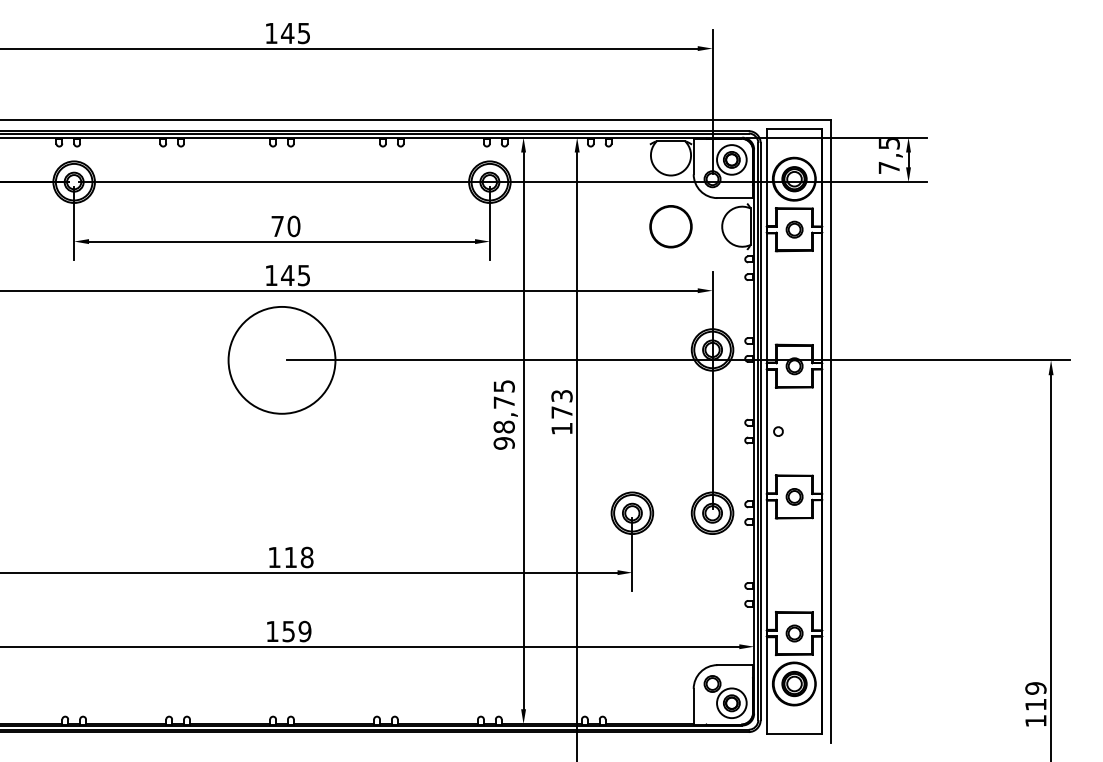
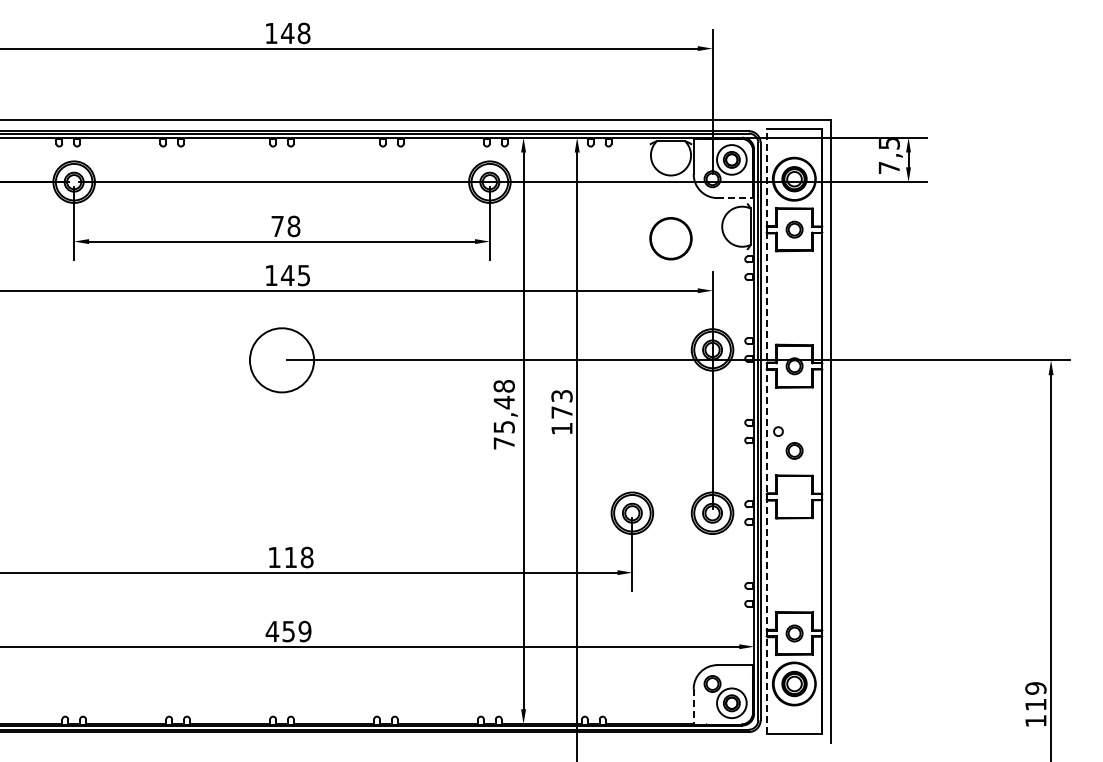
text at (303, 33): 145 -> 148
line at (735, 198): solid -> dashed
text at (293, 226): 70 -> 78
circle at (670, 226) position: (670, 226) -> (670, 238)
circle at (281, 359) diameter: 107 px -> 64 px
text at (503, 414): 98,75 -> 75,48
line at (766, 431): solid -> dashed
part at (794, 496) position: (794, 496) -> (794, 450)
text at (272, 631): 159 -> 459
line at (693, 706): solid -> dashed
